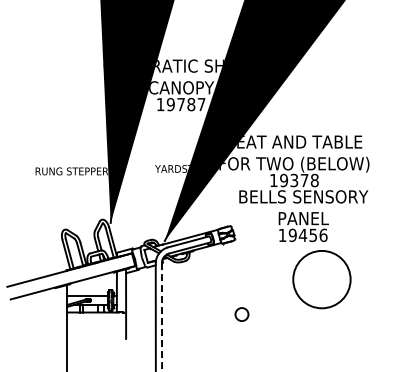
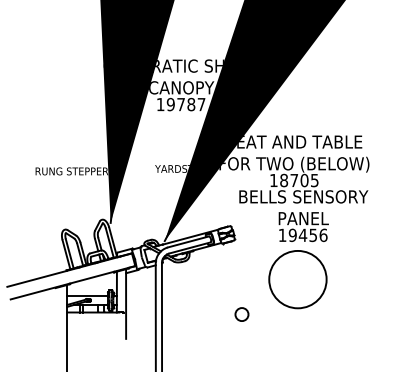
text at (299, 180): 19378 -> 18705
circle at (321, 279) position: (321, 279) -> (297, 279)
line at (162, 317): dashed -> solid
